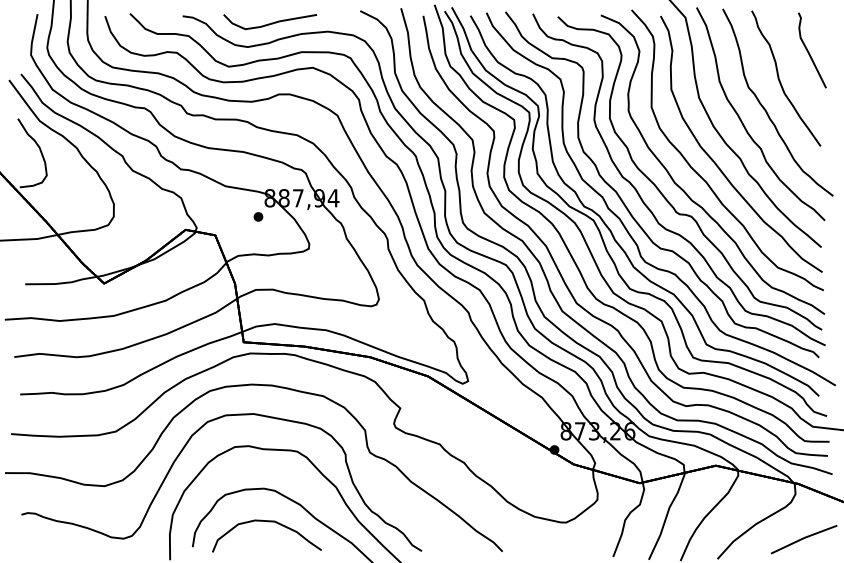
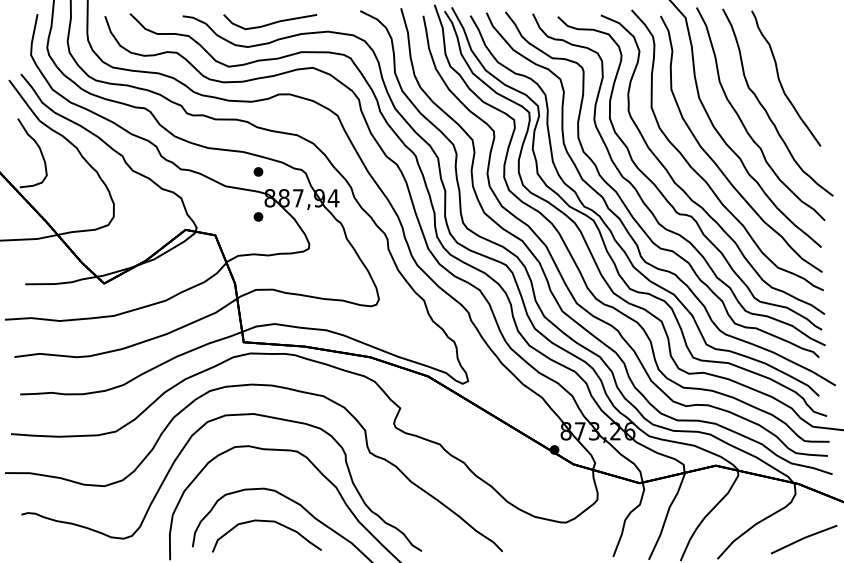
part at (812, 50): present -> none
part at (258, 171): none -> present
